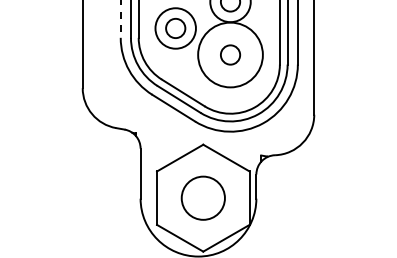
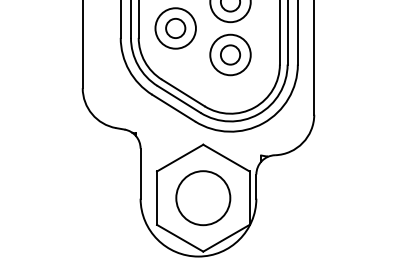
line at (120, 18): dashed -> solid
circle at (230, 54) diameter: 65 px -> 40 px
circle at (202, 197) size: 46x46 px -> 57x57 px
